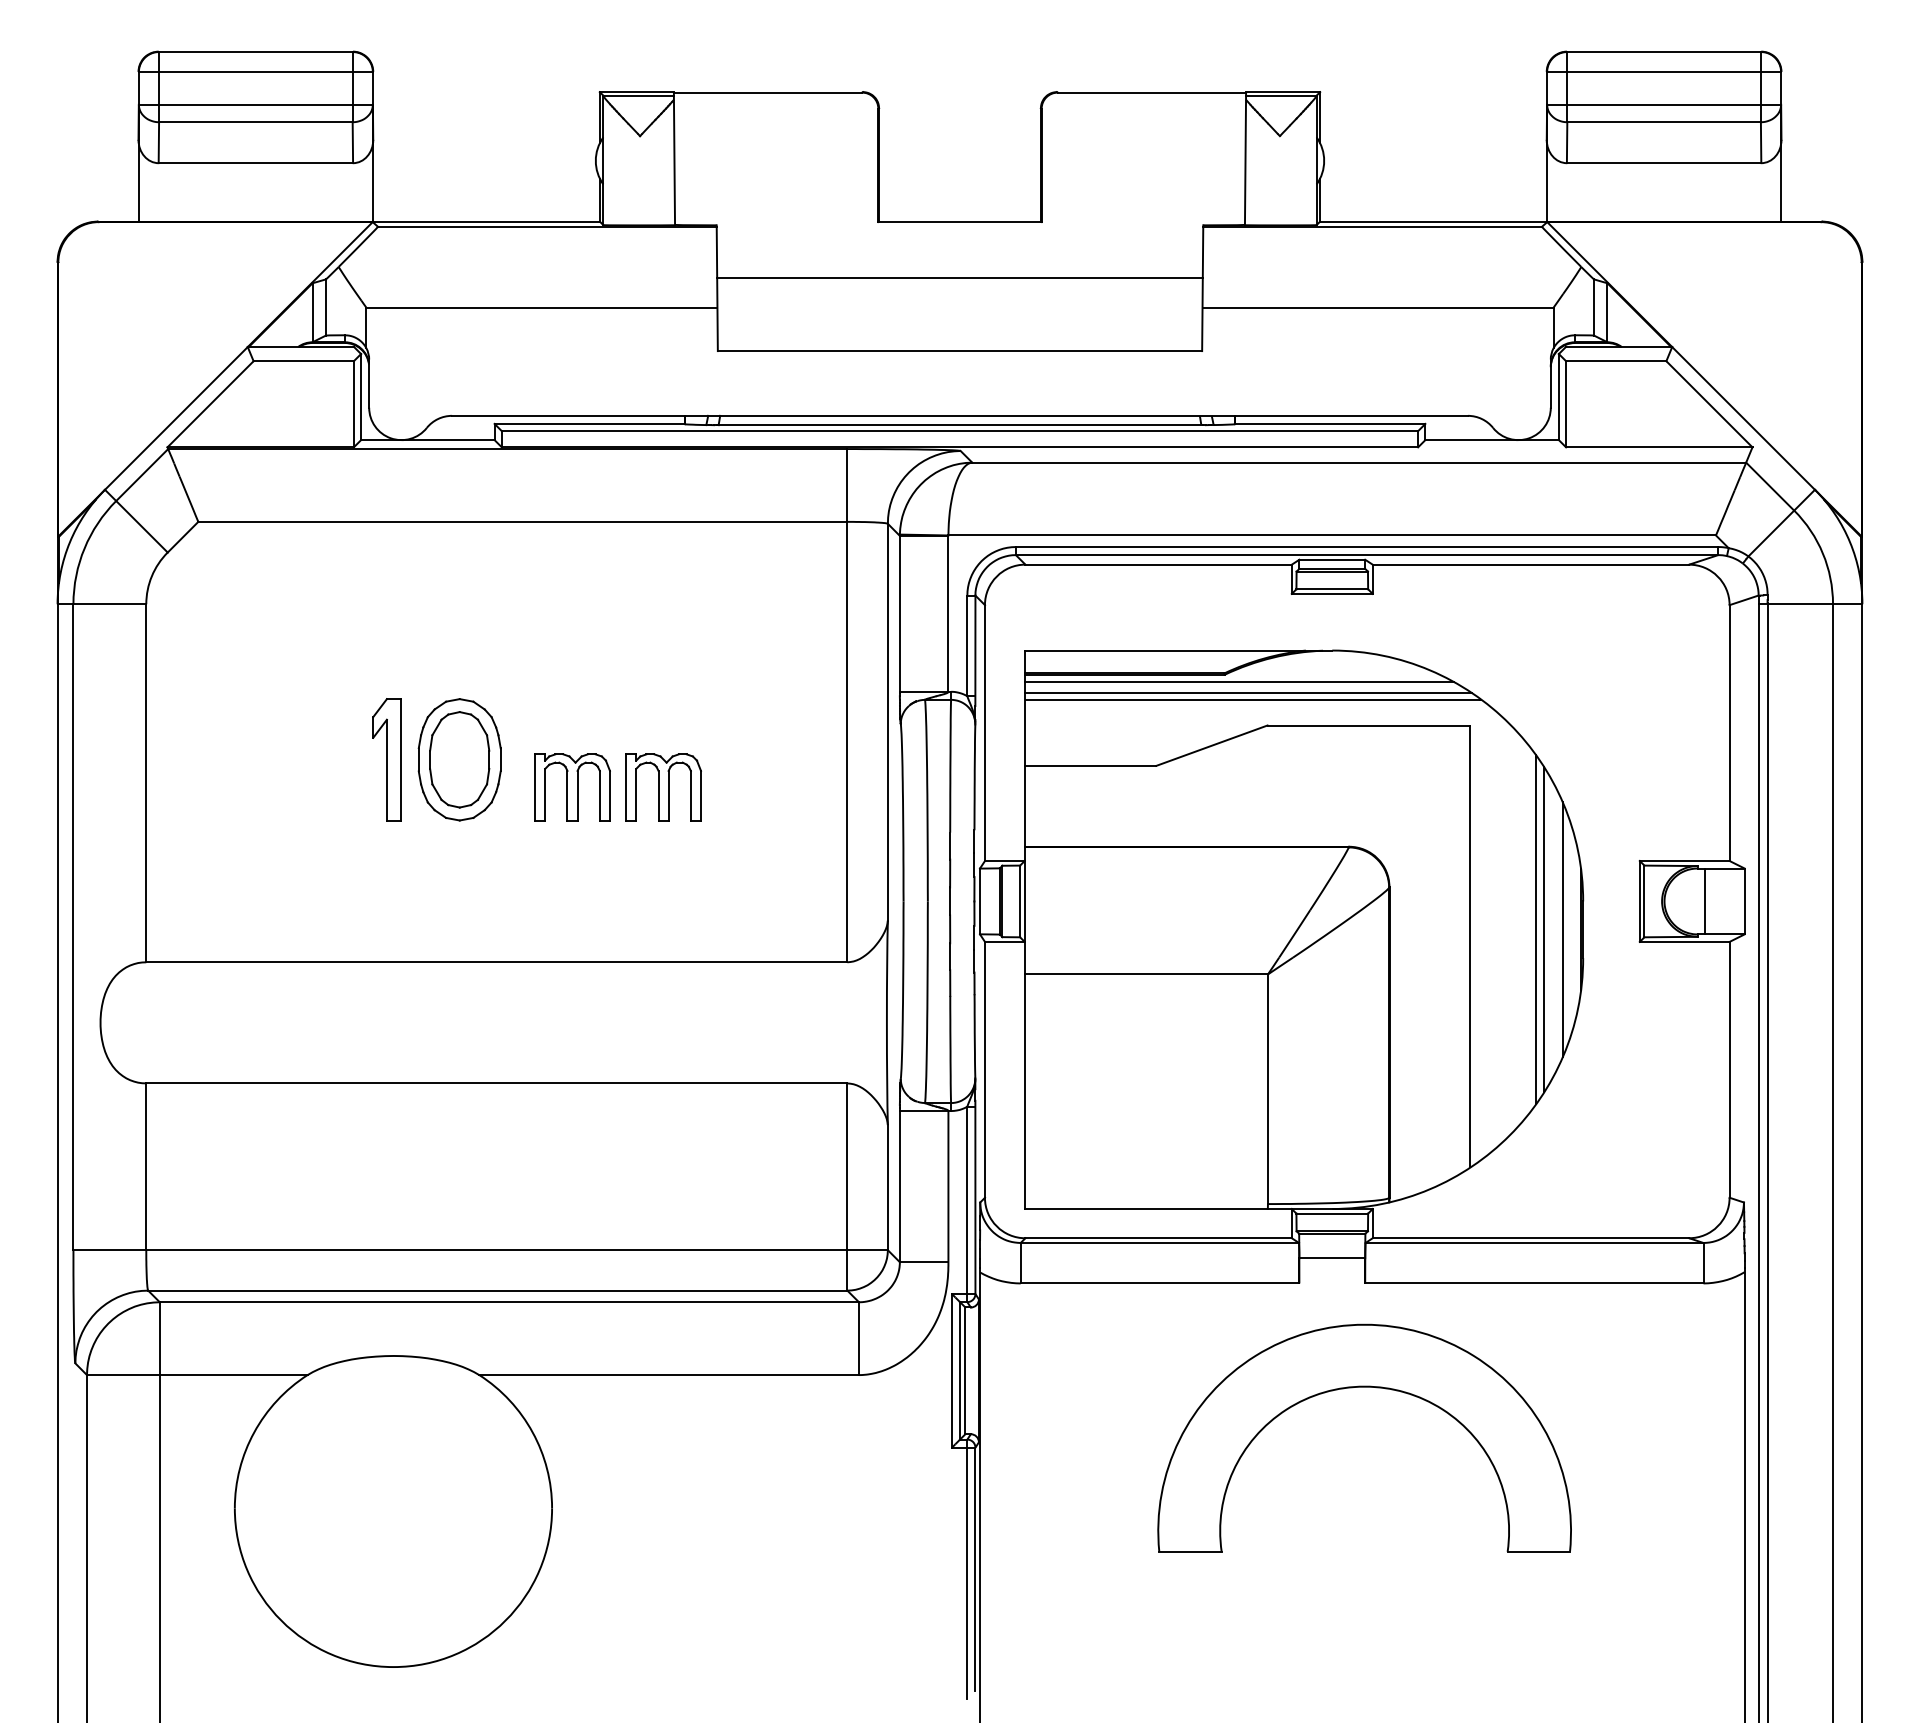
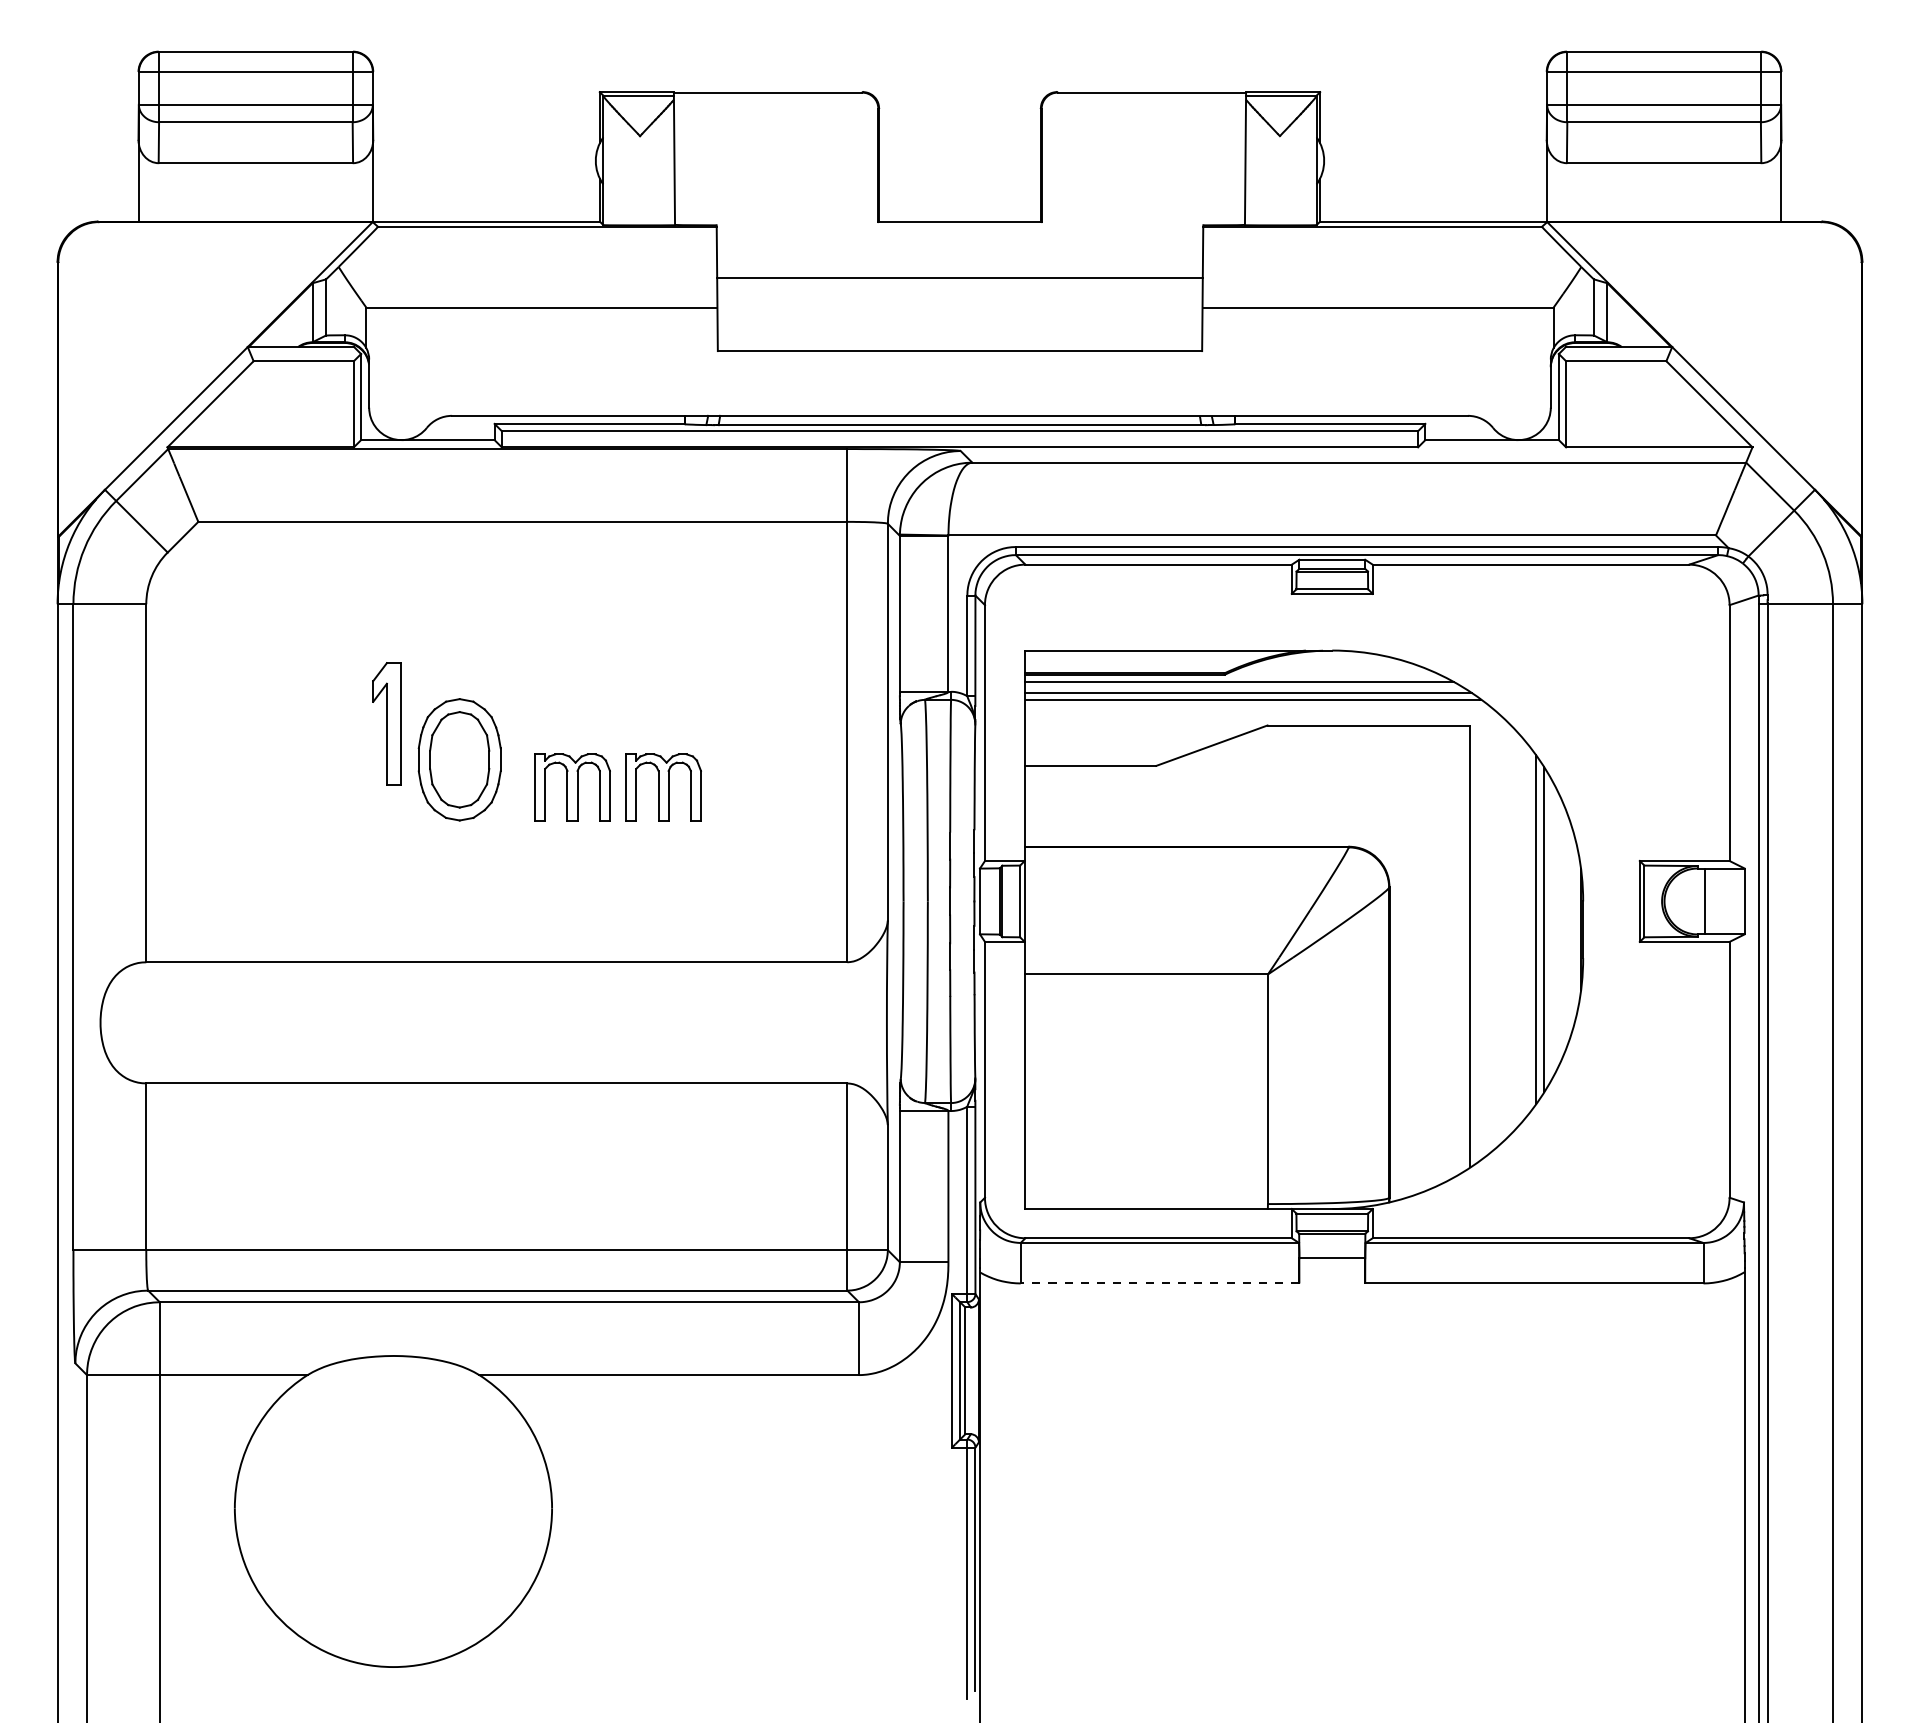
part at (386, 759) position: (386, 759) -> (386, 723)
line at (1562, 929): present -> none
line at (1159, 1283): solid -> dashed
part at (1364, 1387): present -> none
